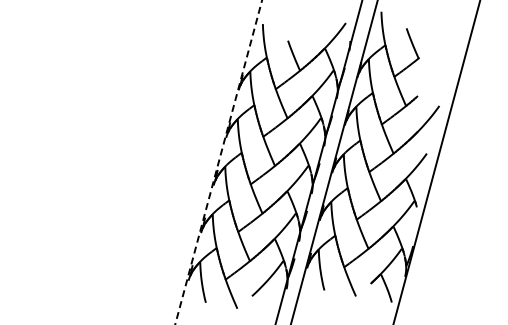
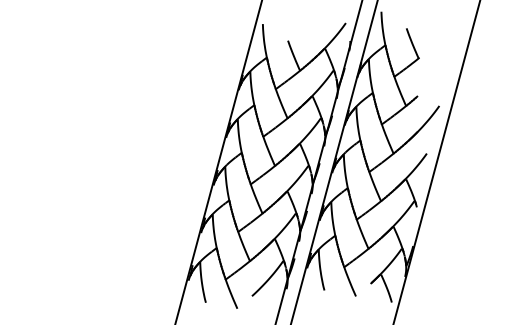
line at (218, 162): dashed -> solid
